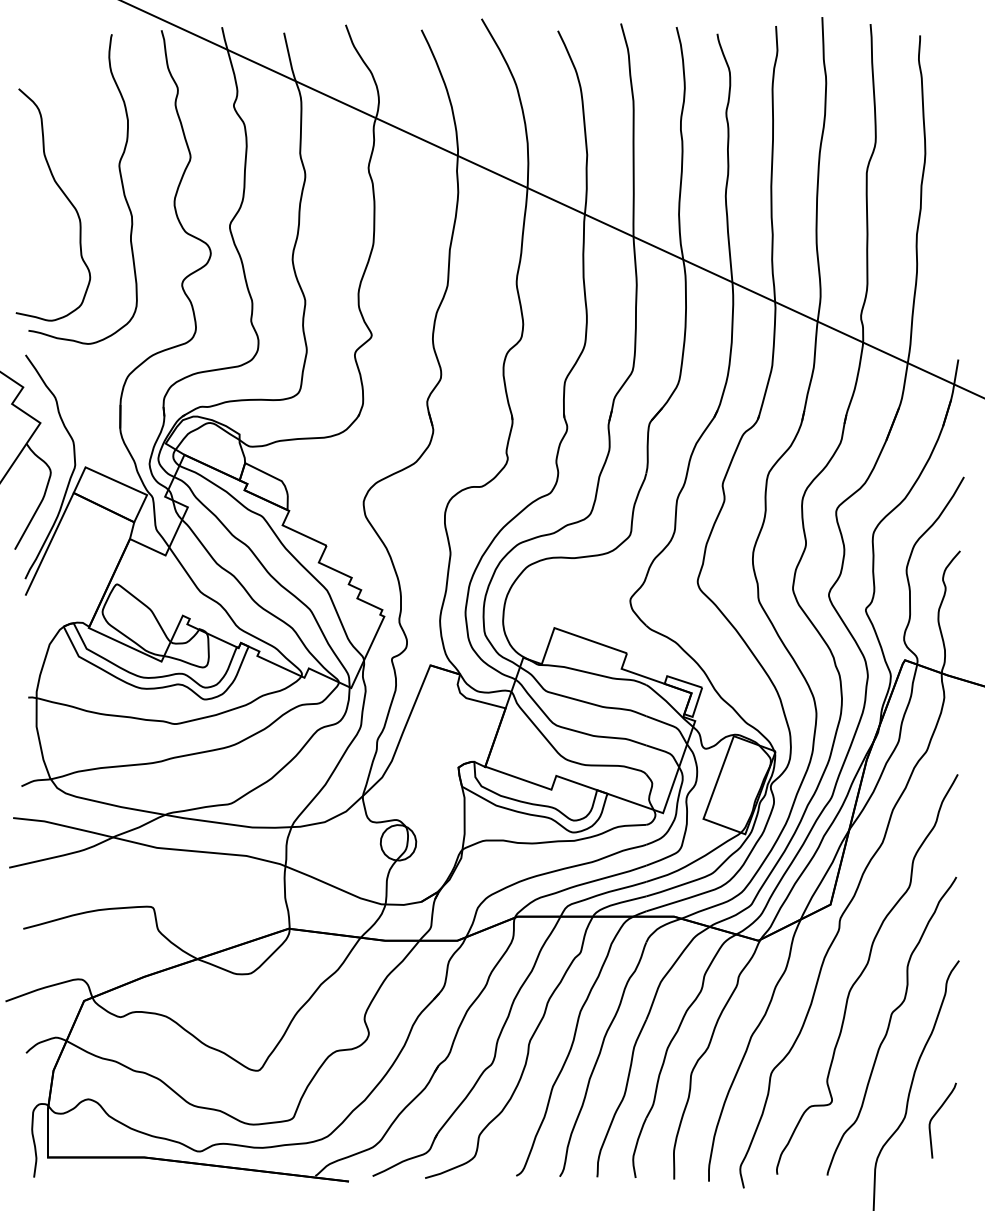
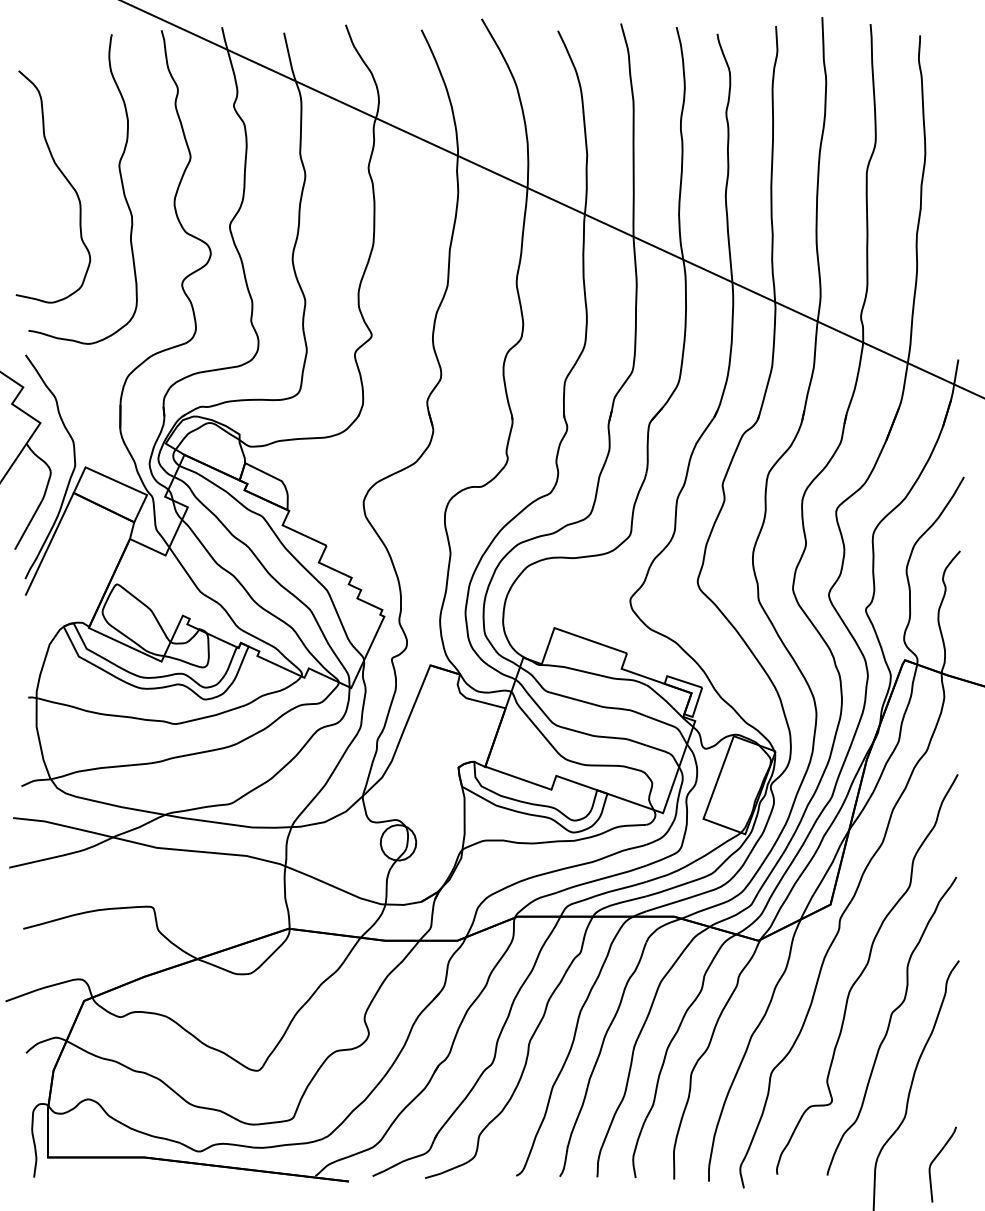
curve at (65, 197) position: (65, 197) -> (65, 179)
curve at (936, 1114) position: (936, 1114) -> (936, 1158)
